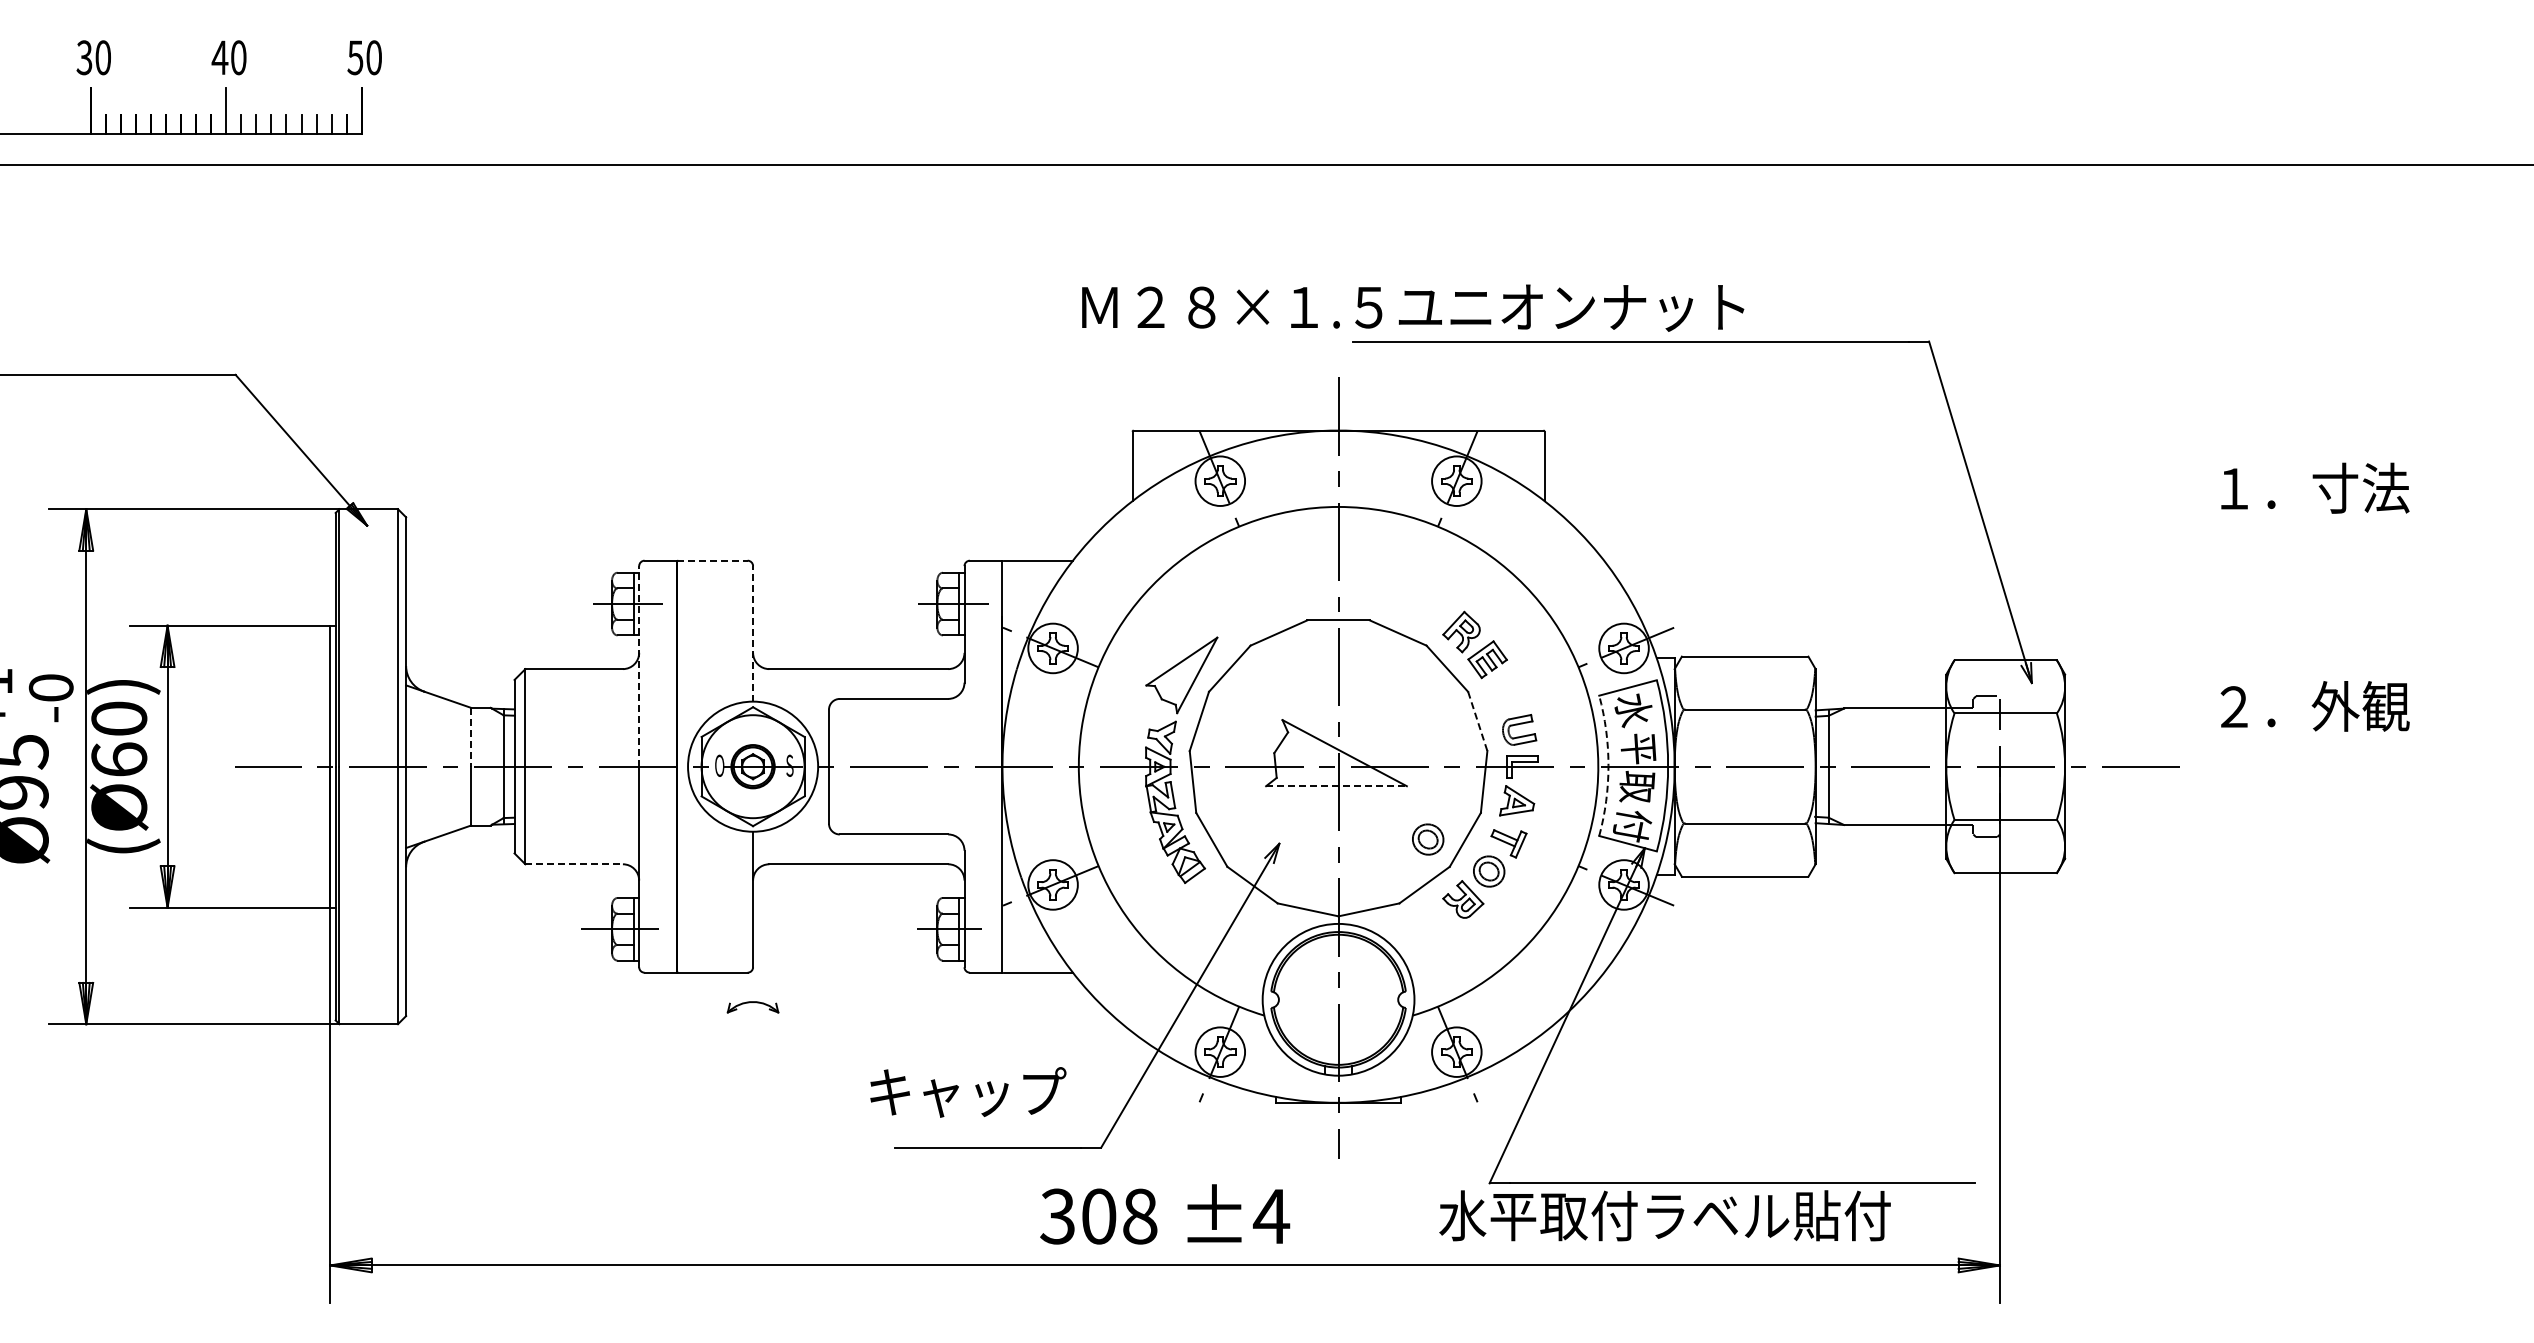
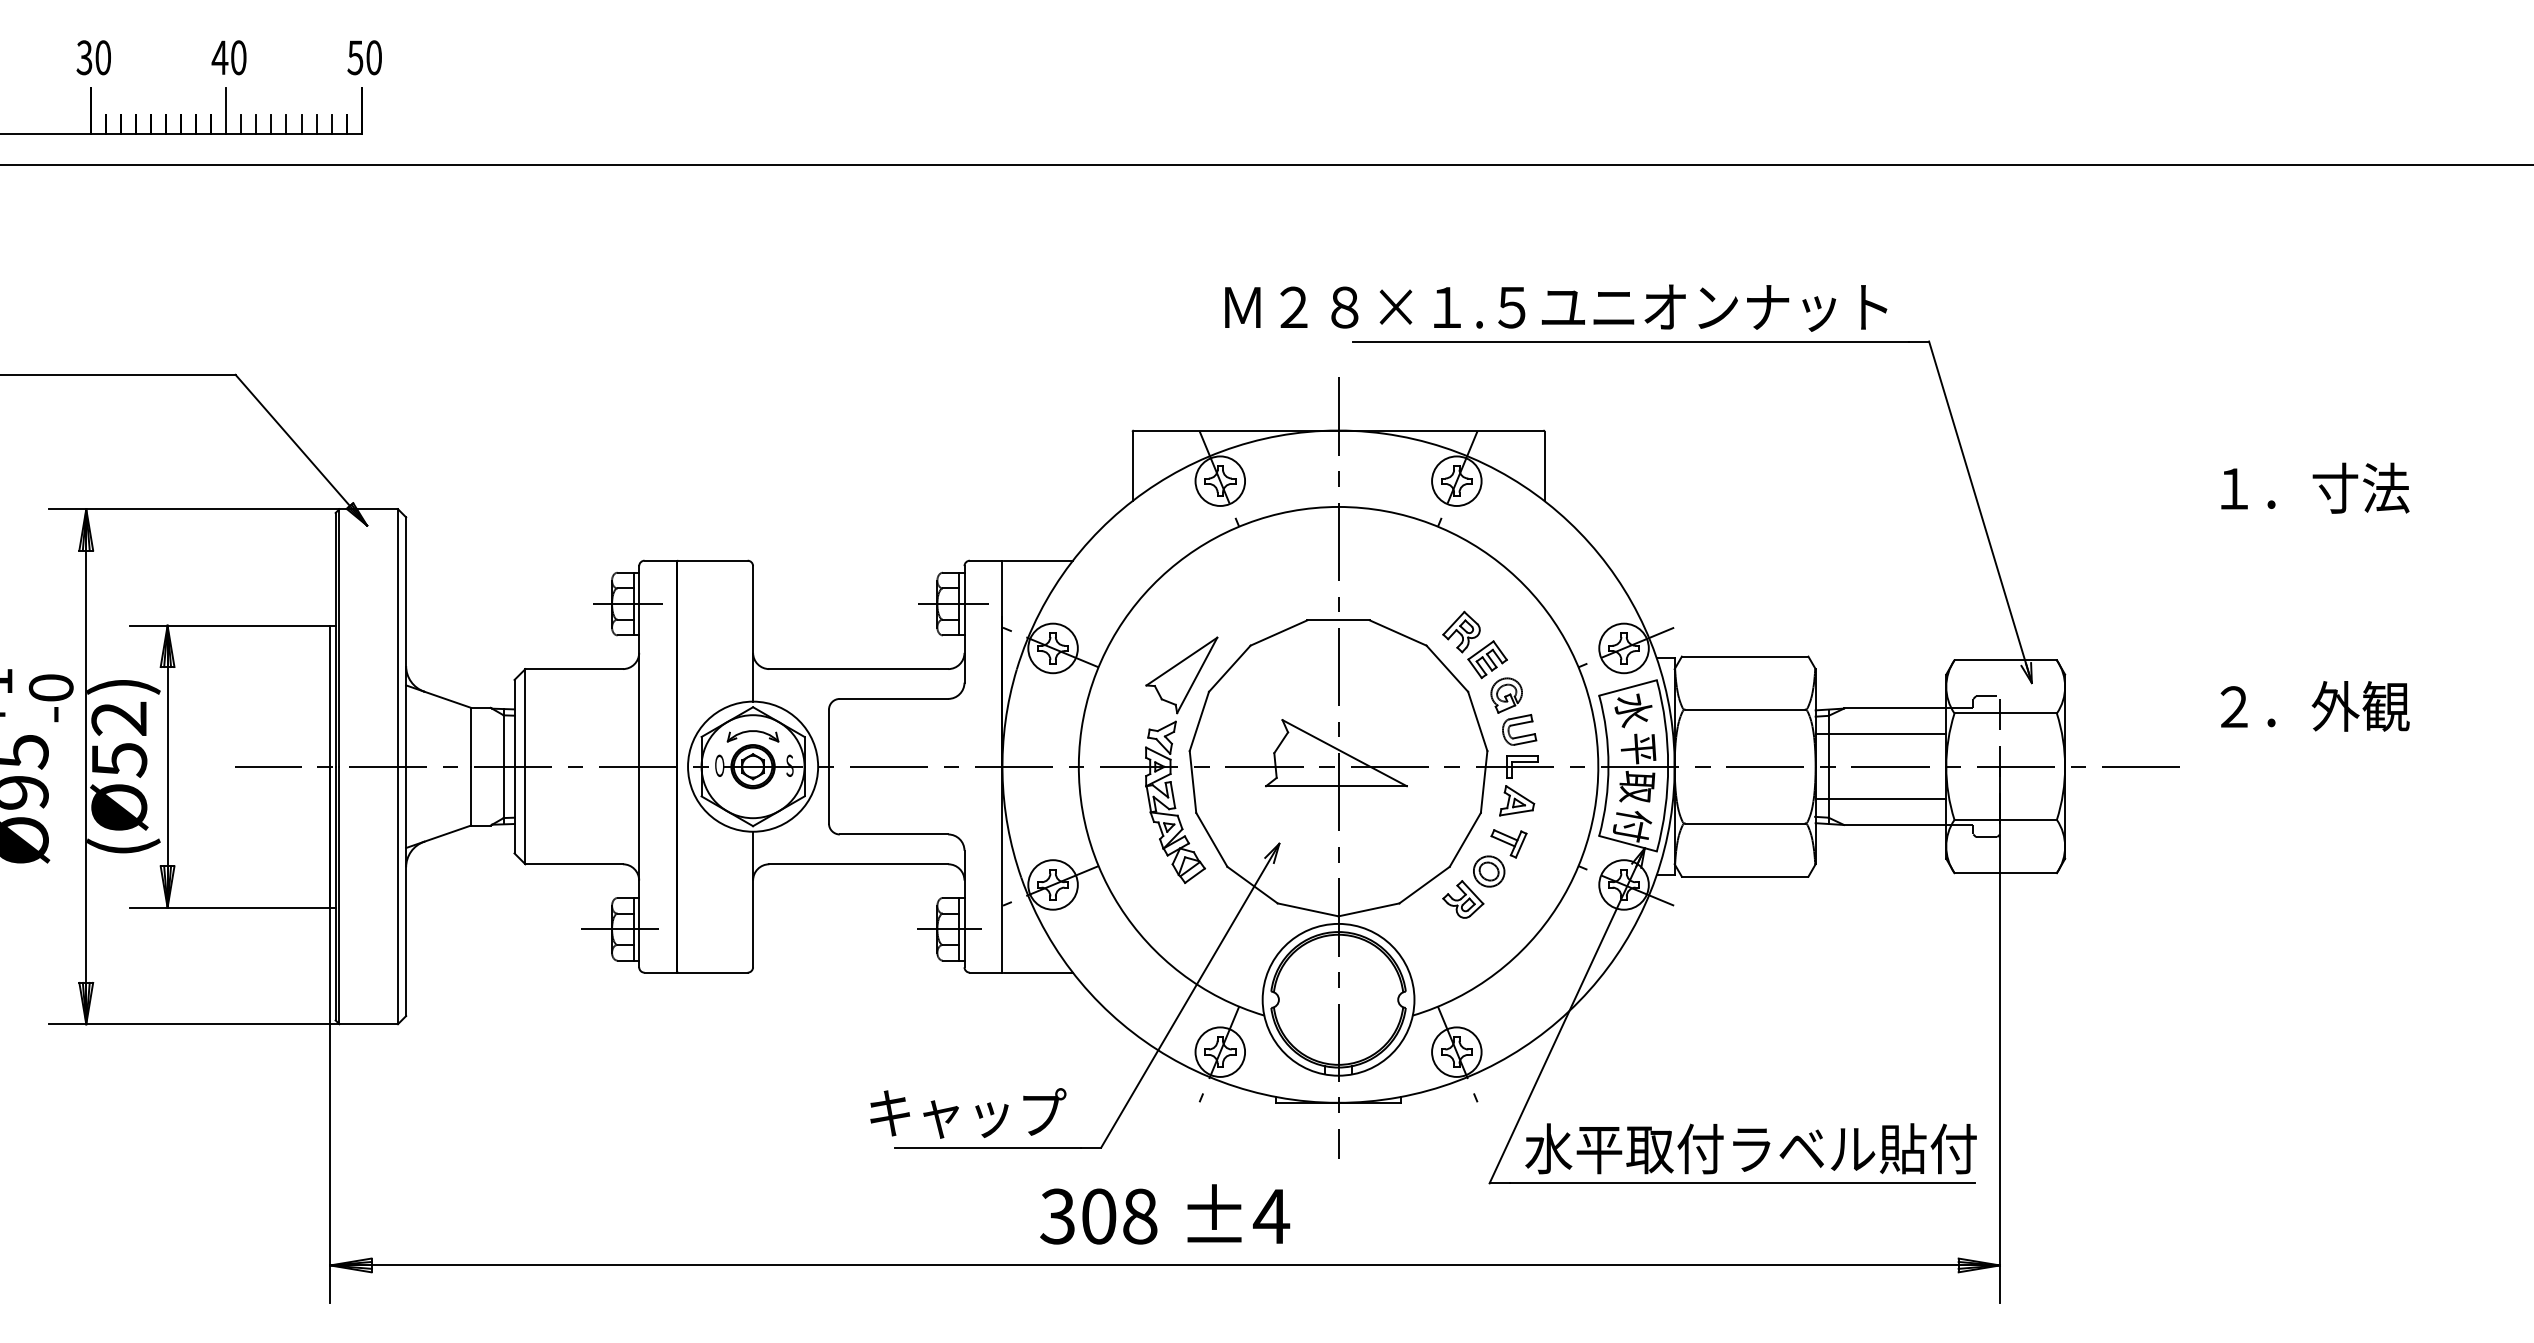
text at (1413, 307) position: (1413, 307) -> (1556, 307)
line at (712, 560): dashed -> solid
line at (753, 633): dashed -> solid
line at (639, 665): dashed -> solid
part at (1506, 695): none -> present
line at (1477, 721): dashed -> solid
line at (1880, 734): none -> present
line at (471, 737): dashed -> solid
text at (119, 739): (Ø60) -> (Ø52)
arc at (1608, 765): dashed -> solid
line at (1336, 786): dashed -> solid
line at (1880, 799): none -> present
part at (1428, 839): present -> none
line at (574, 864): dashed -> solid
part at (752, 1007) position: (752, 1007) -> (752, 736)
text at (968, 1092) position: (968, 1092) -> (968, 1113)
text at (1664, 1215) position: (1664, 1215) -> (1750, 1148)
